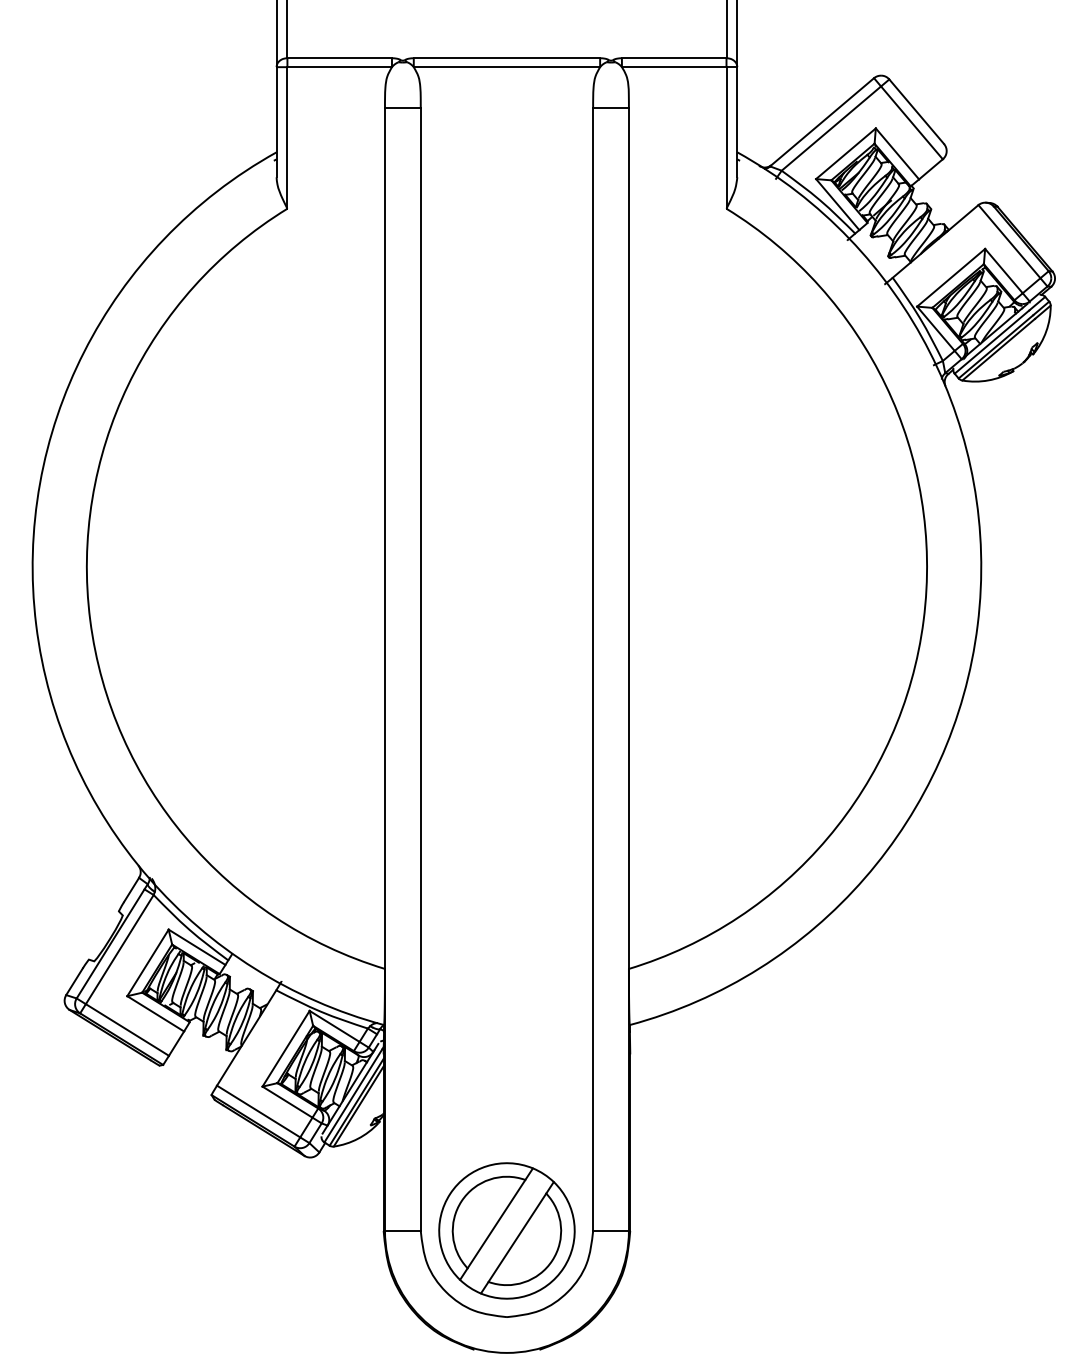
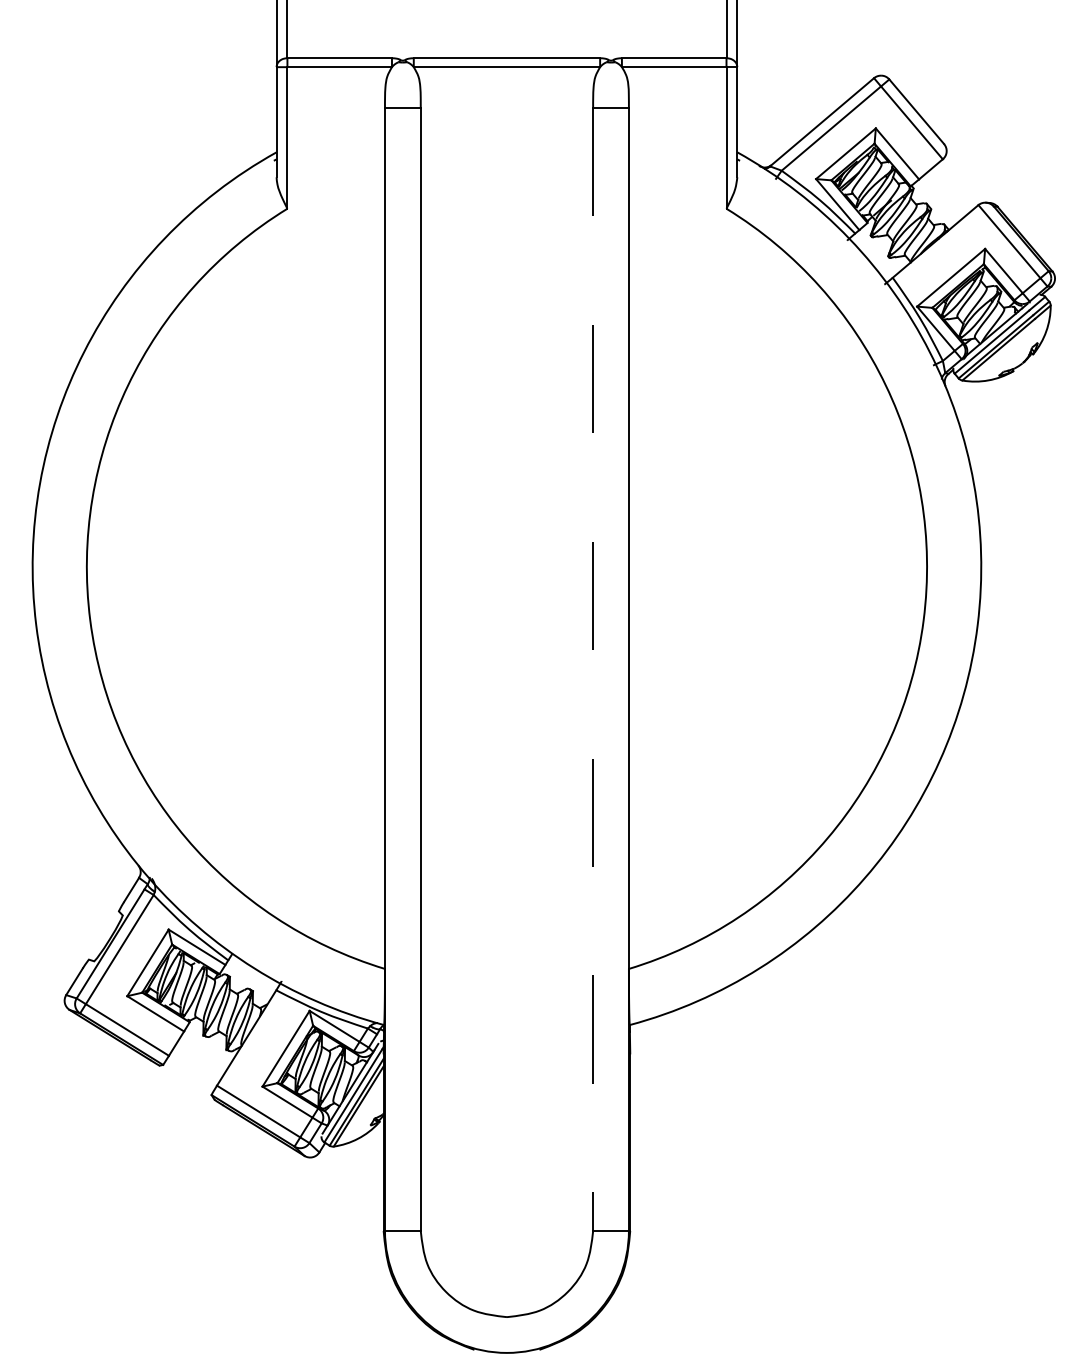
line at (593, 670): solid -> dashed
part at (506, 1230): present -> none
